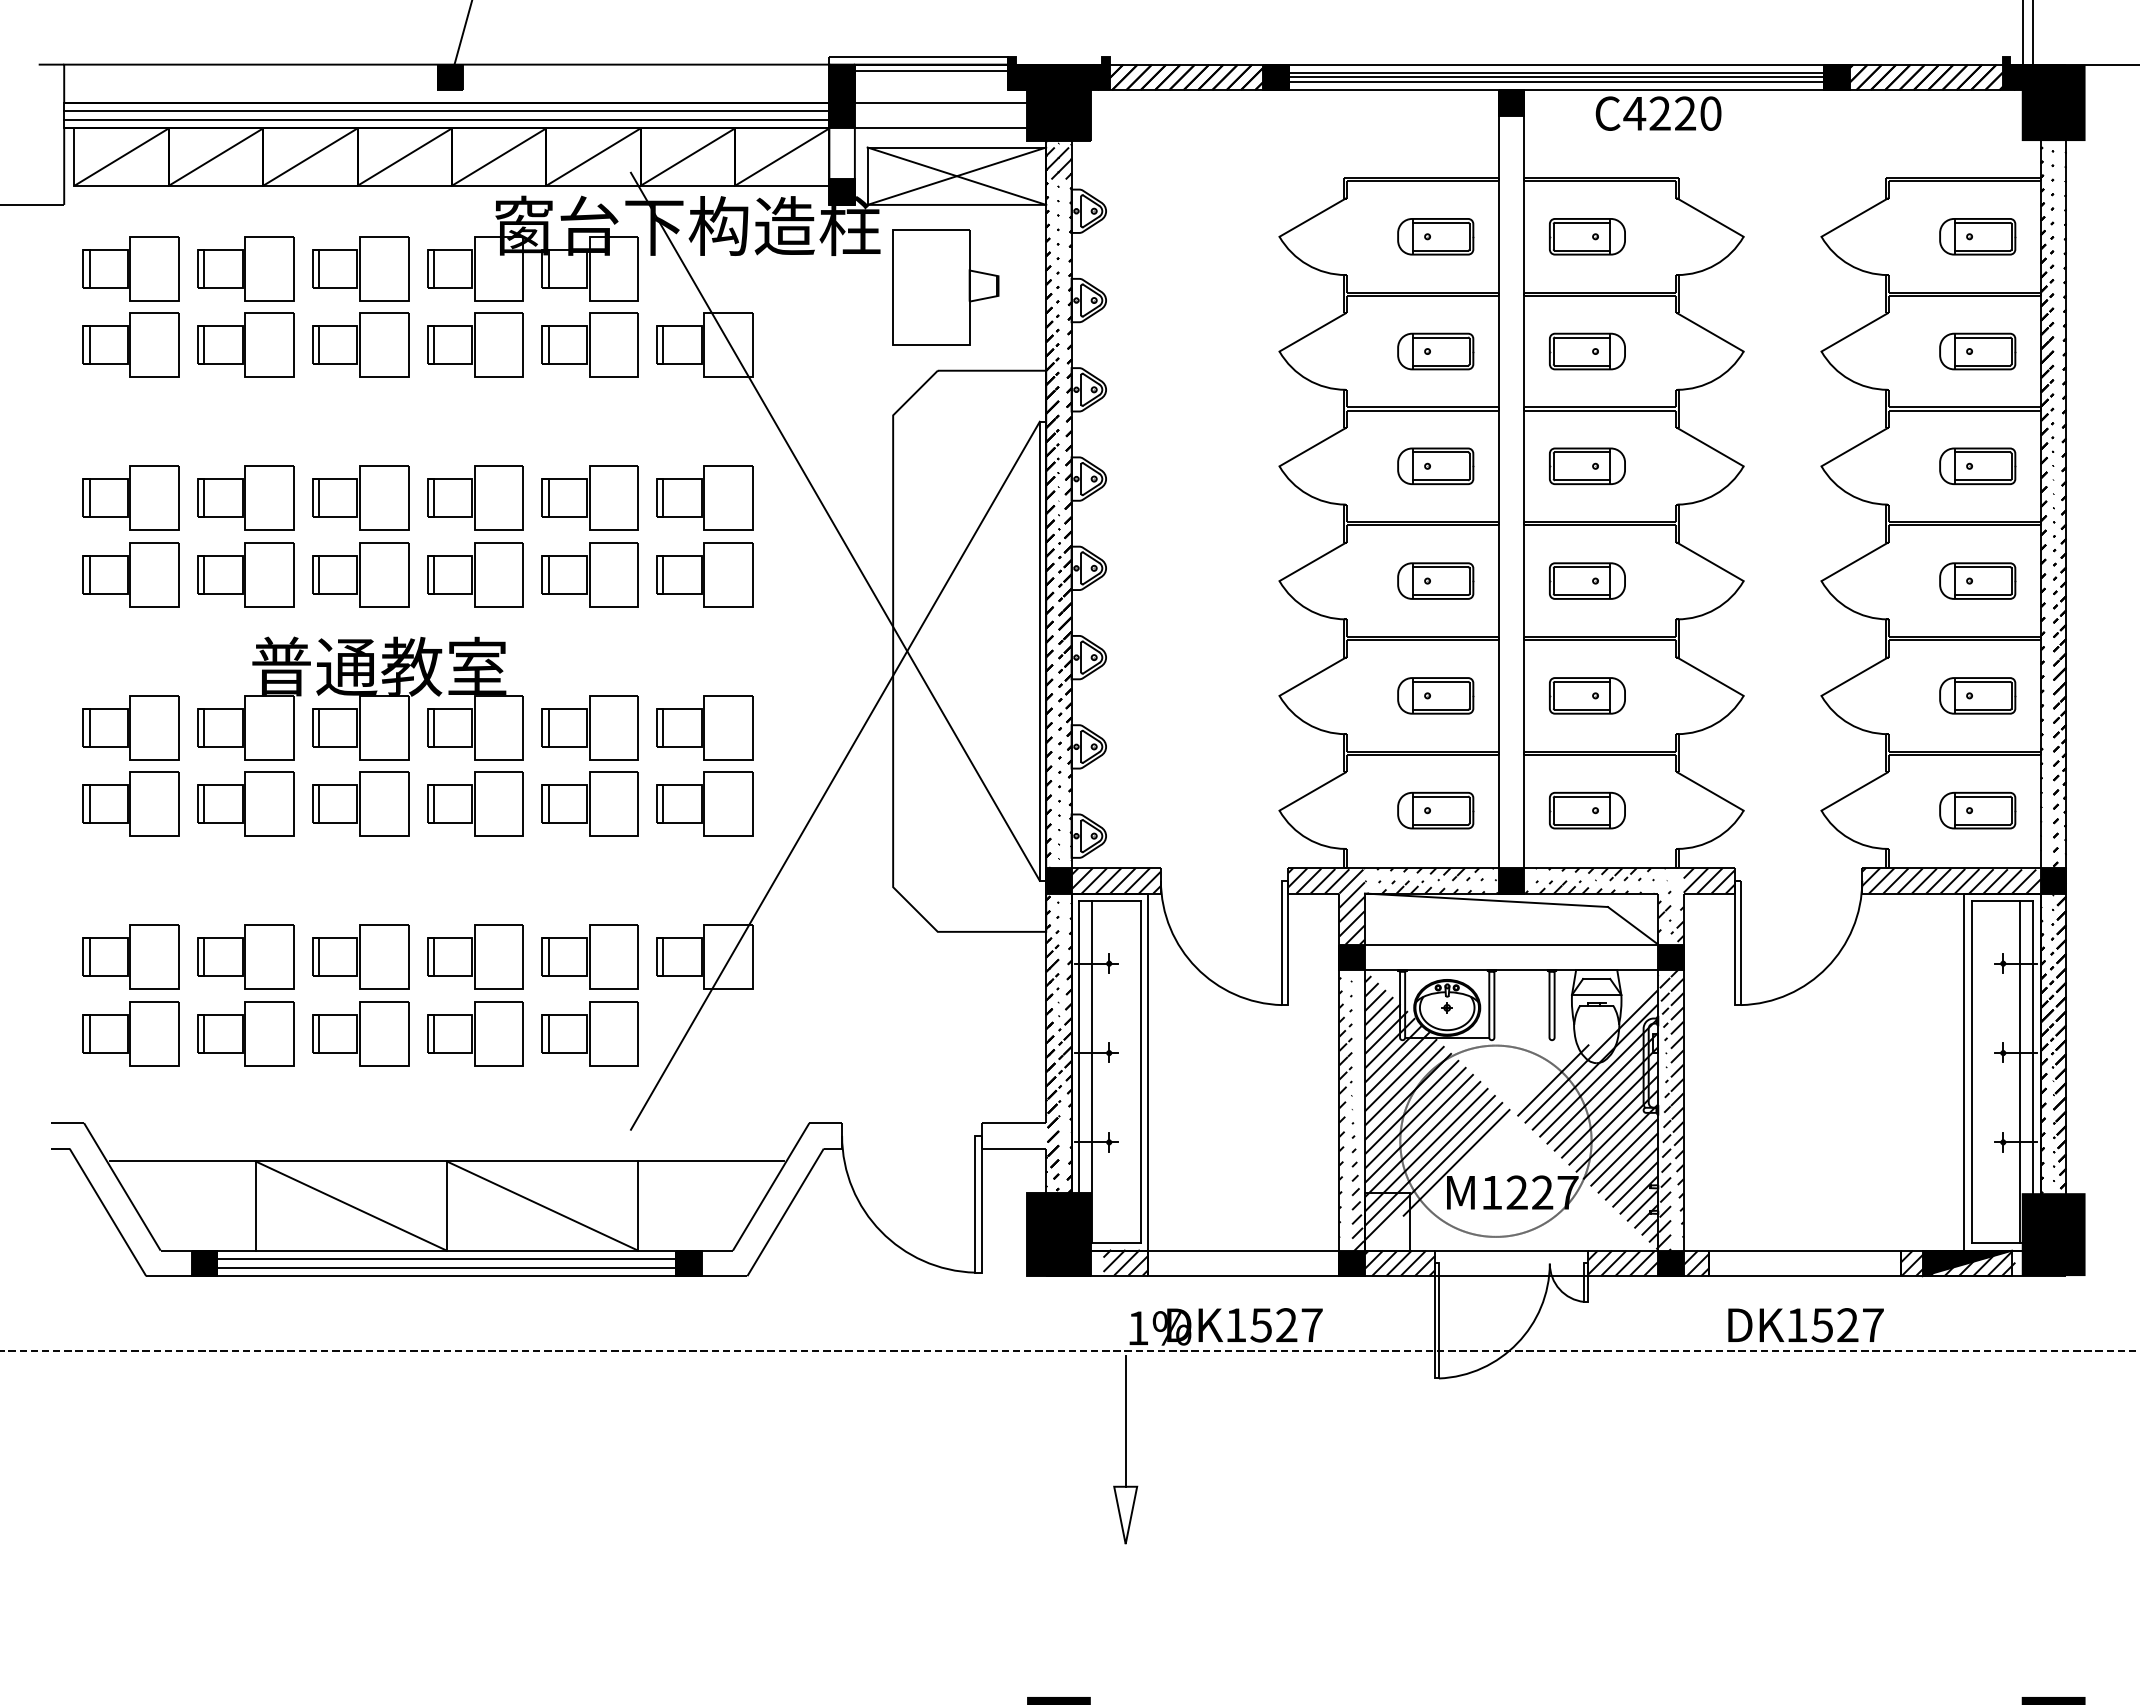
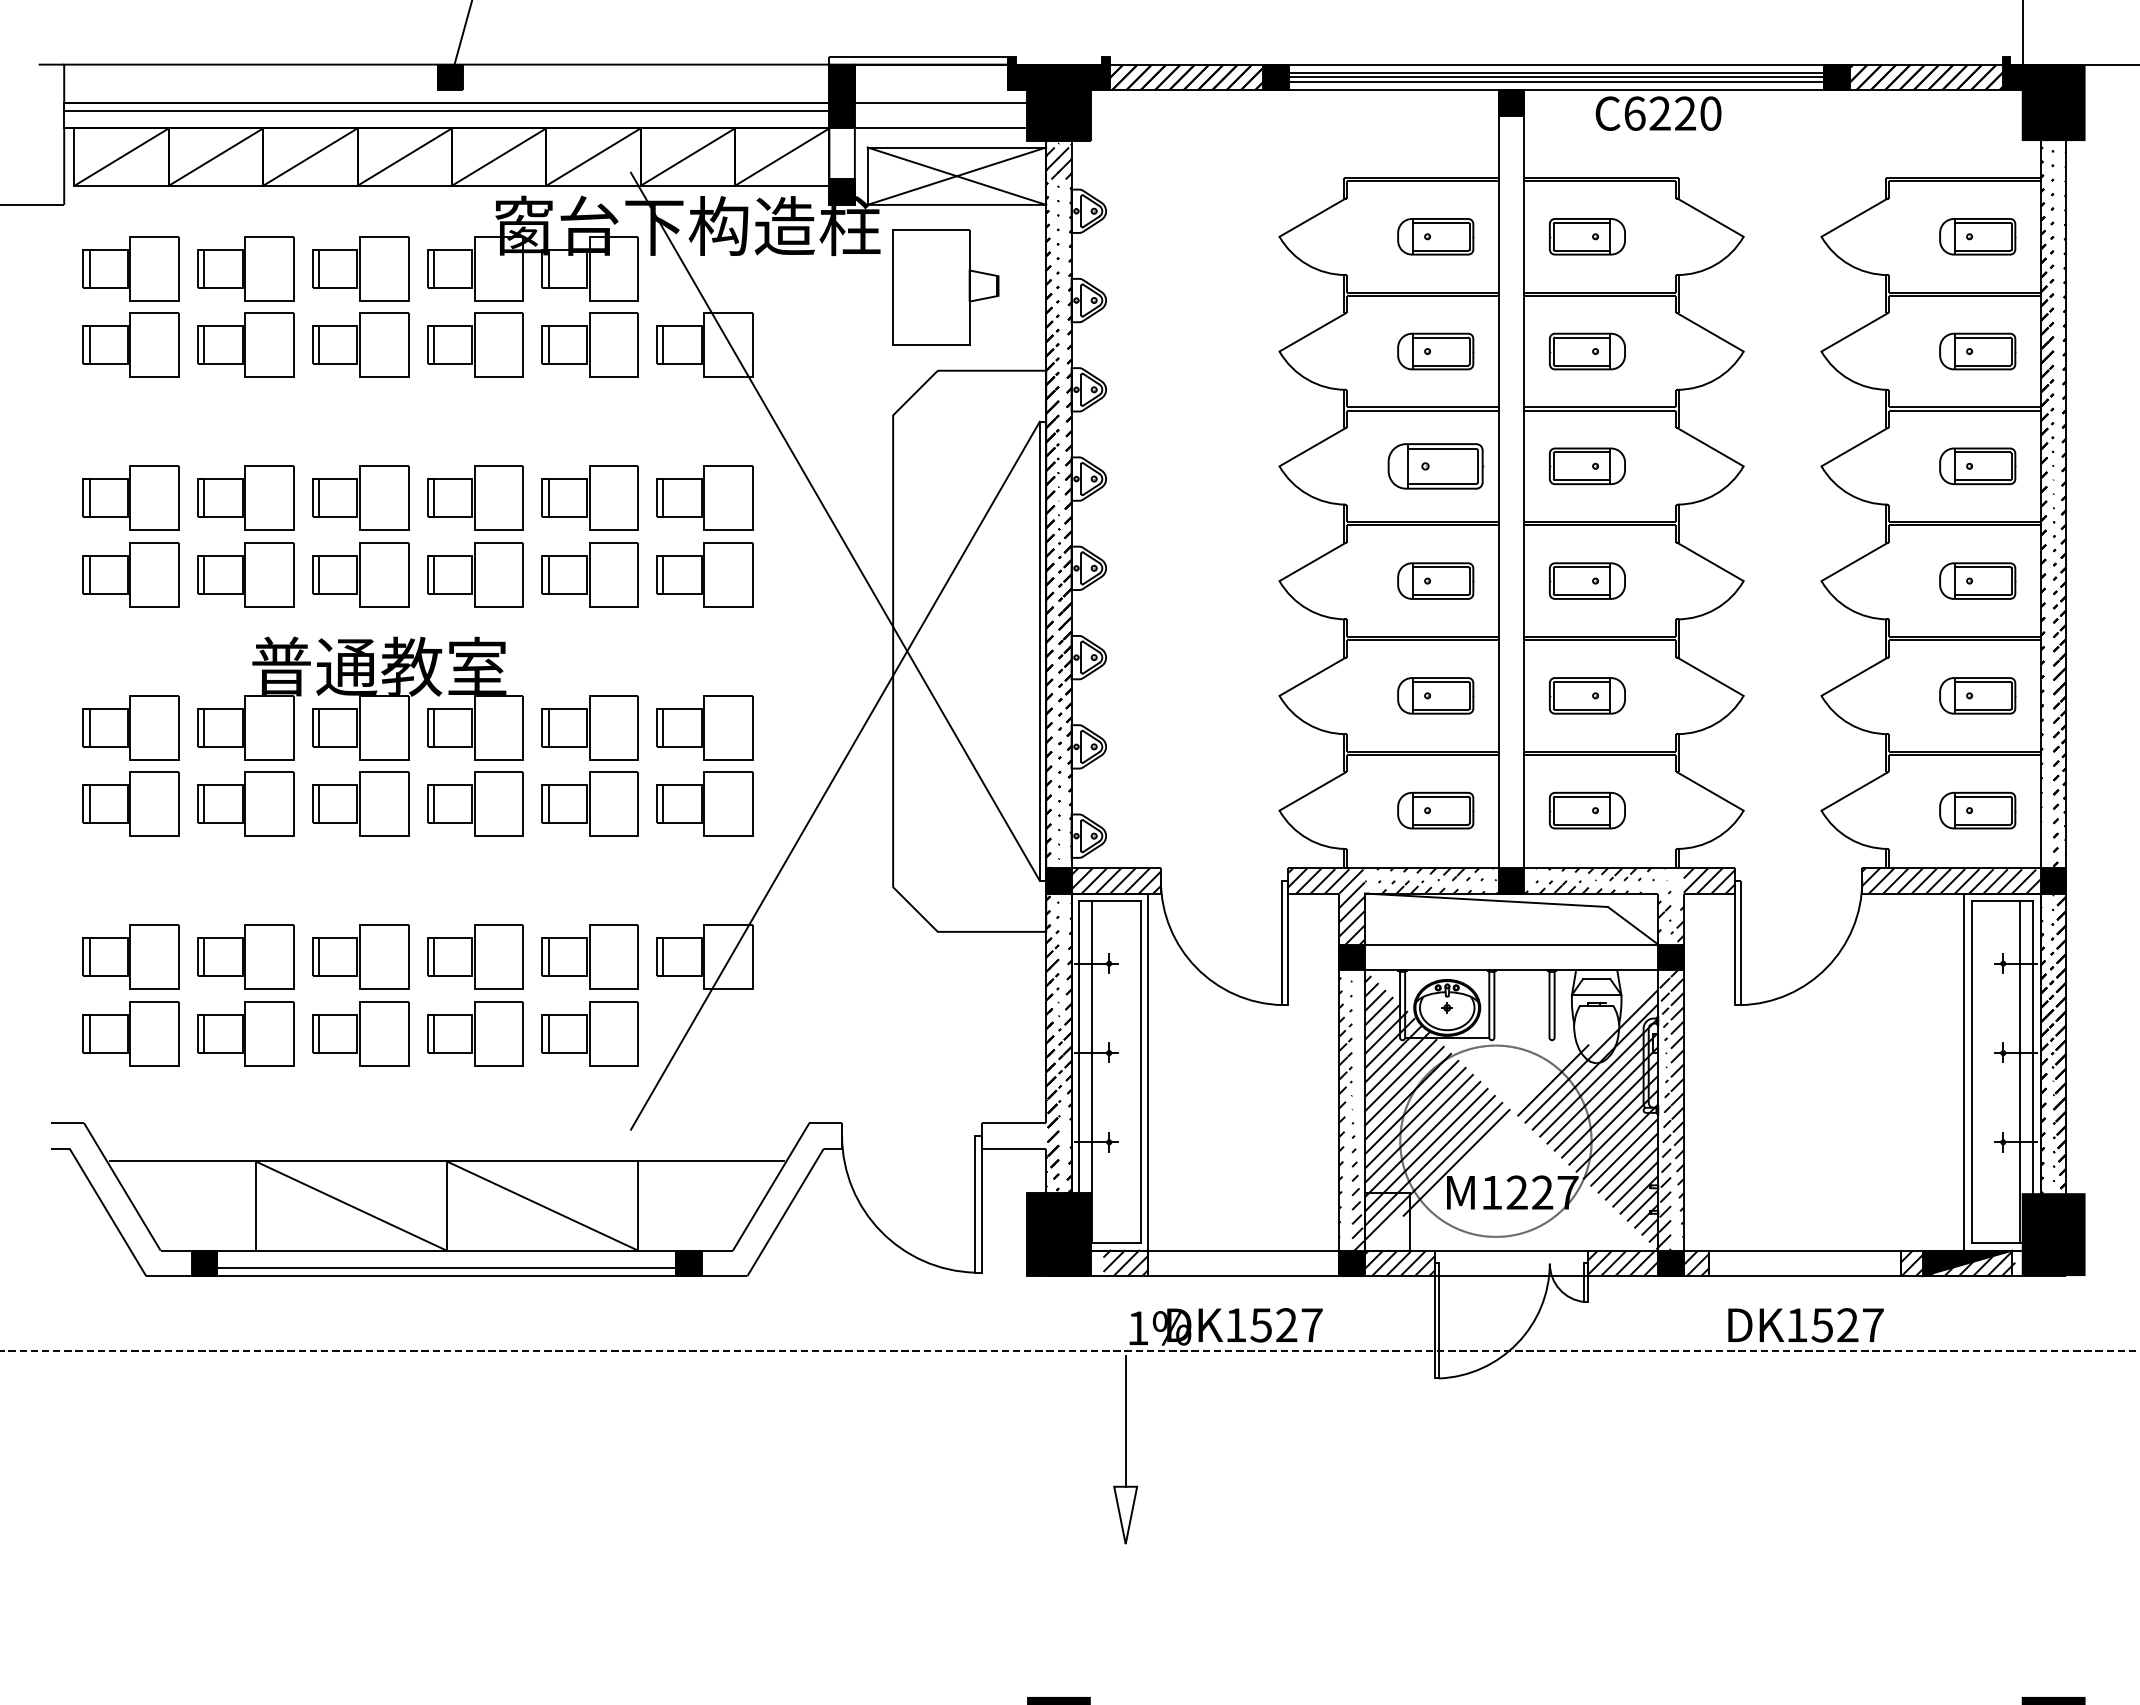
line at (2033, 33): present -> none
line at (930, 71): present -> none
text at (1634, 113): C4220 -> C6220
line at (446, 119): present -> none
part at (1435, 465) size: 78x38 px -> 98x47 px
line at (446, 1259): present -> none
